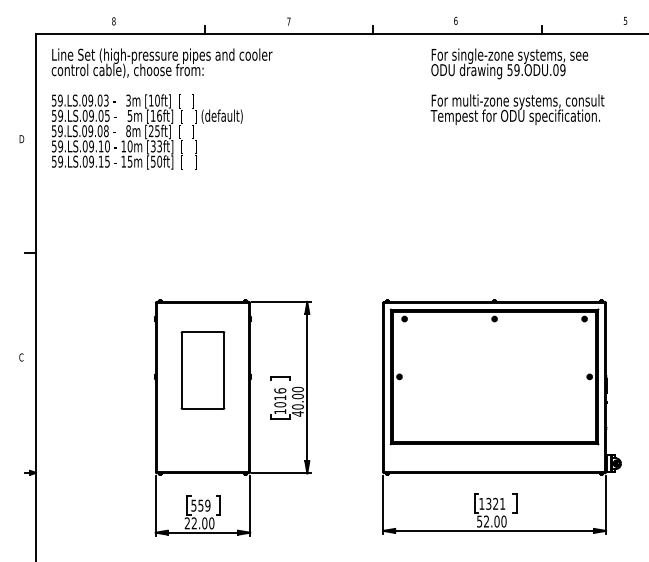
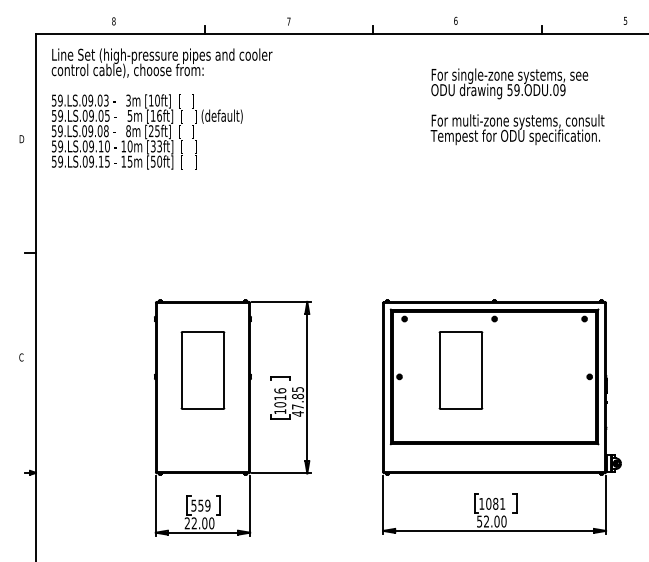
text at (517, 86) position: (517, 86) -> (517, 106)
part at (460, 370): none -> present
text at (297, 397): 40.00 -> 47.85
text at (492, 503): 1321 -> 1081
